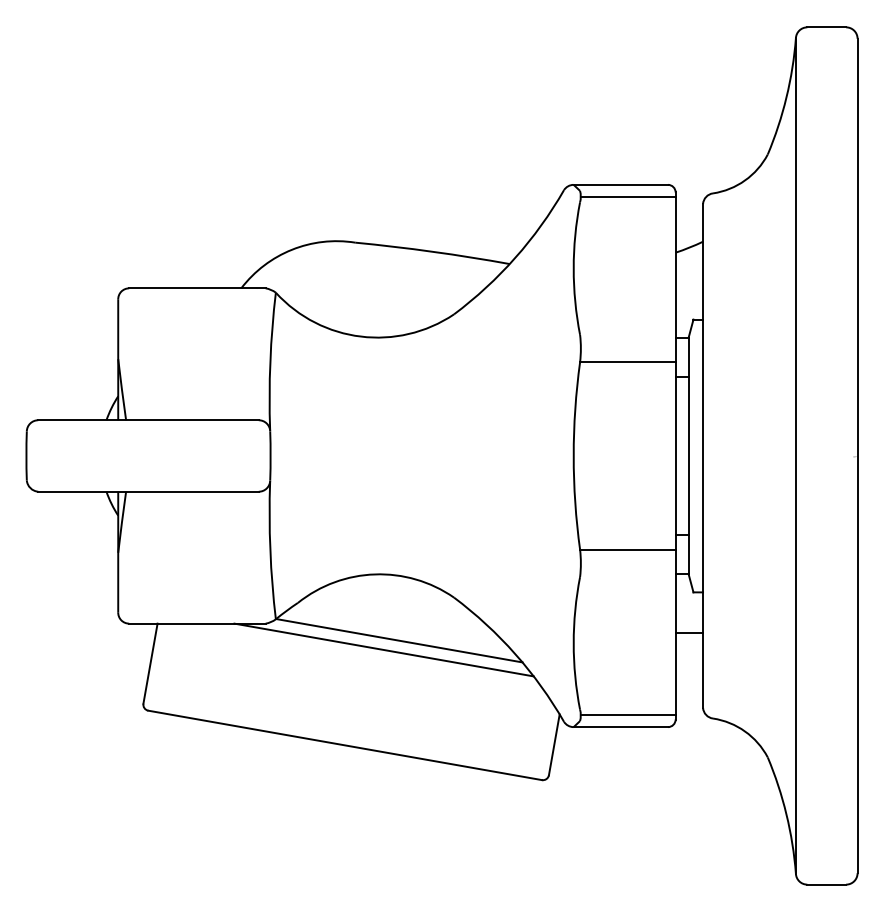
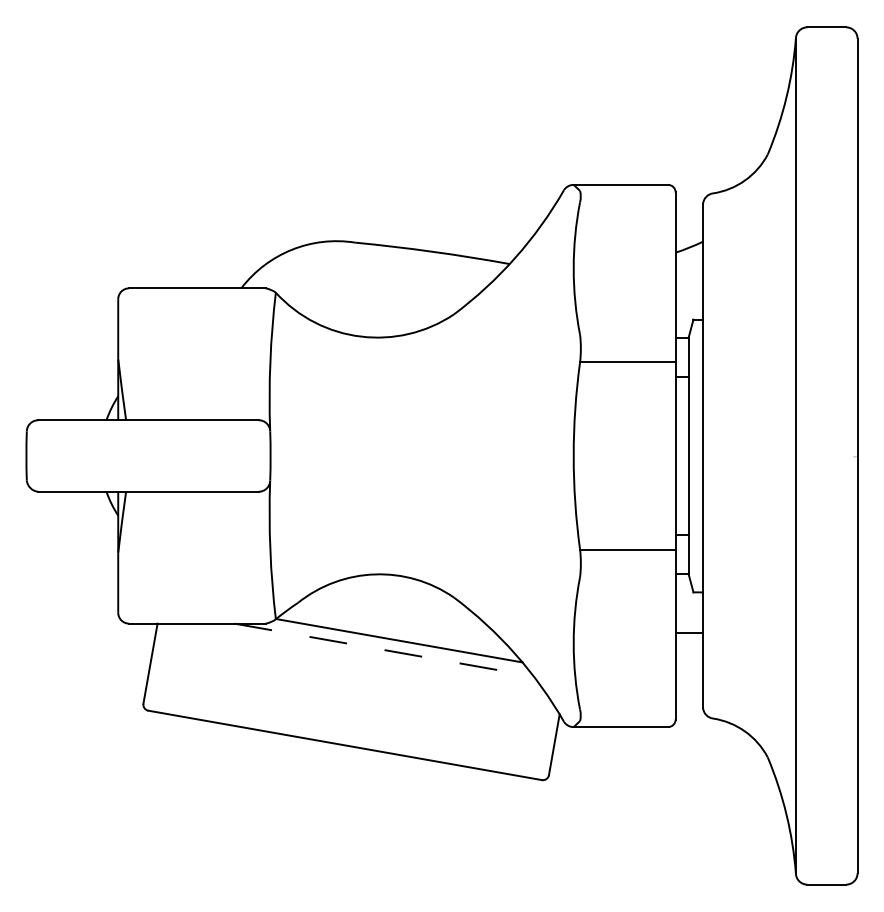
line at (627, 196): present -> none
line at (384, 650): solid -> dashed
line at (627, 715): present -> none
